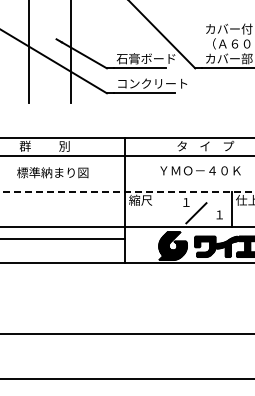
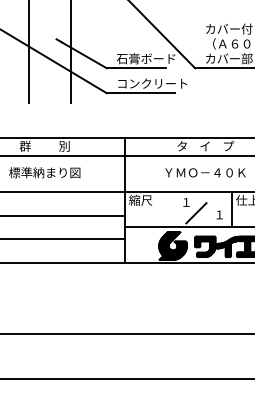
text at (200, 170) position: (200, 170) -> (205, 172)
text at (52, 172) position: (52, 172) -> (44, 172)
line at (127, 191): dashed -> solid
line at (63, 226) position: (63, 226) -> (63, 215)
